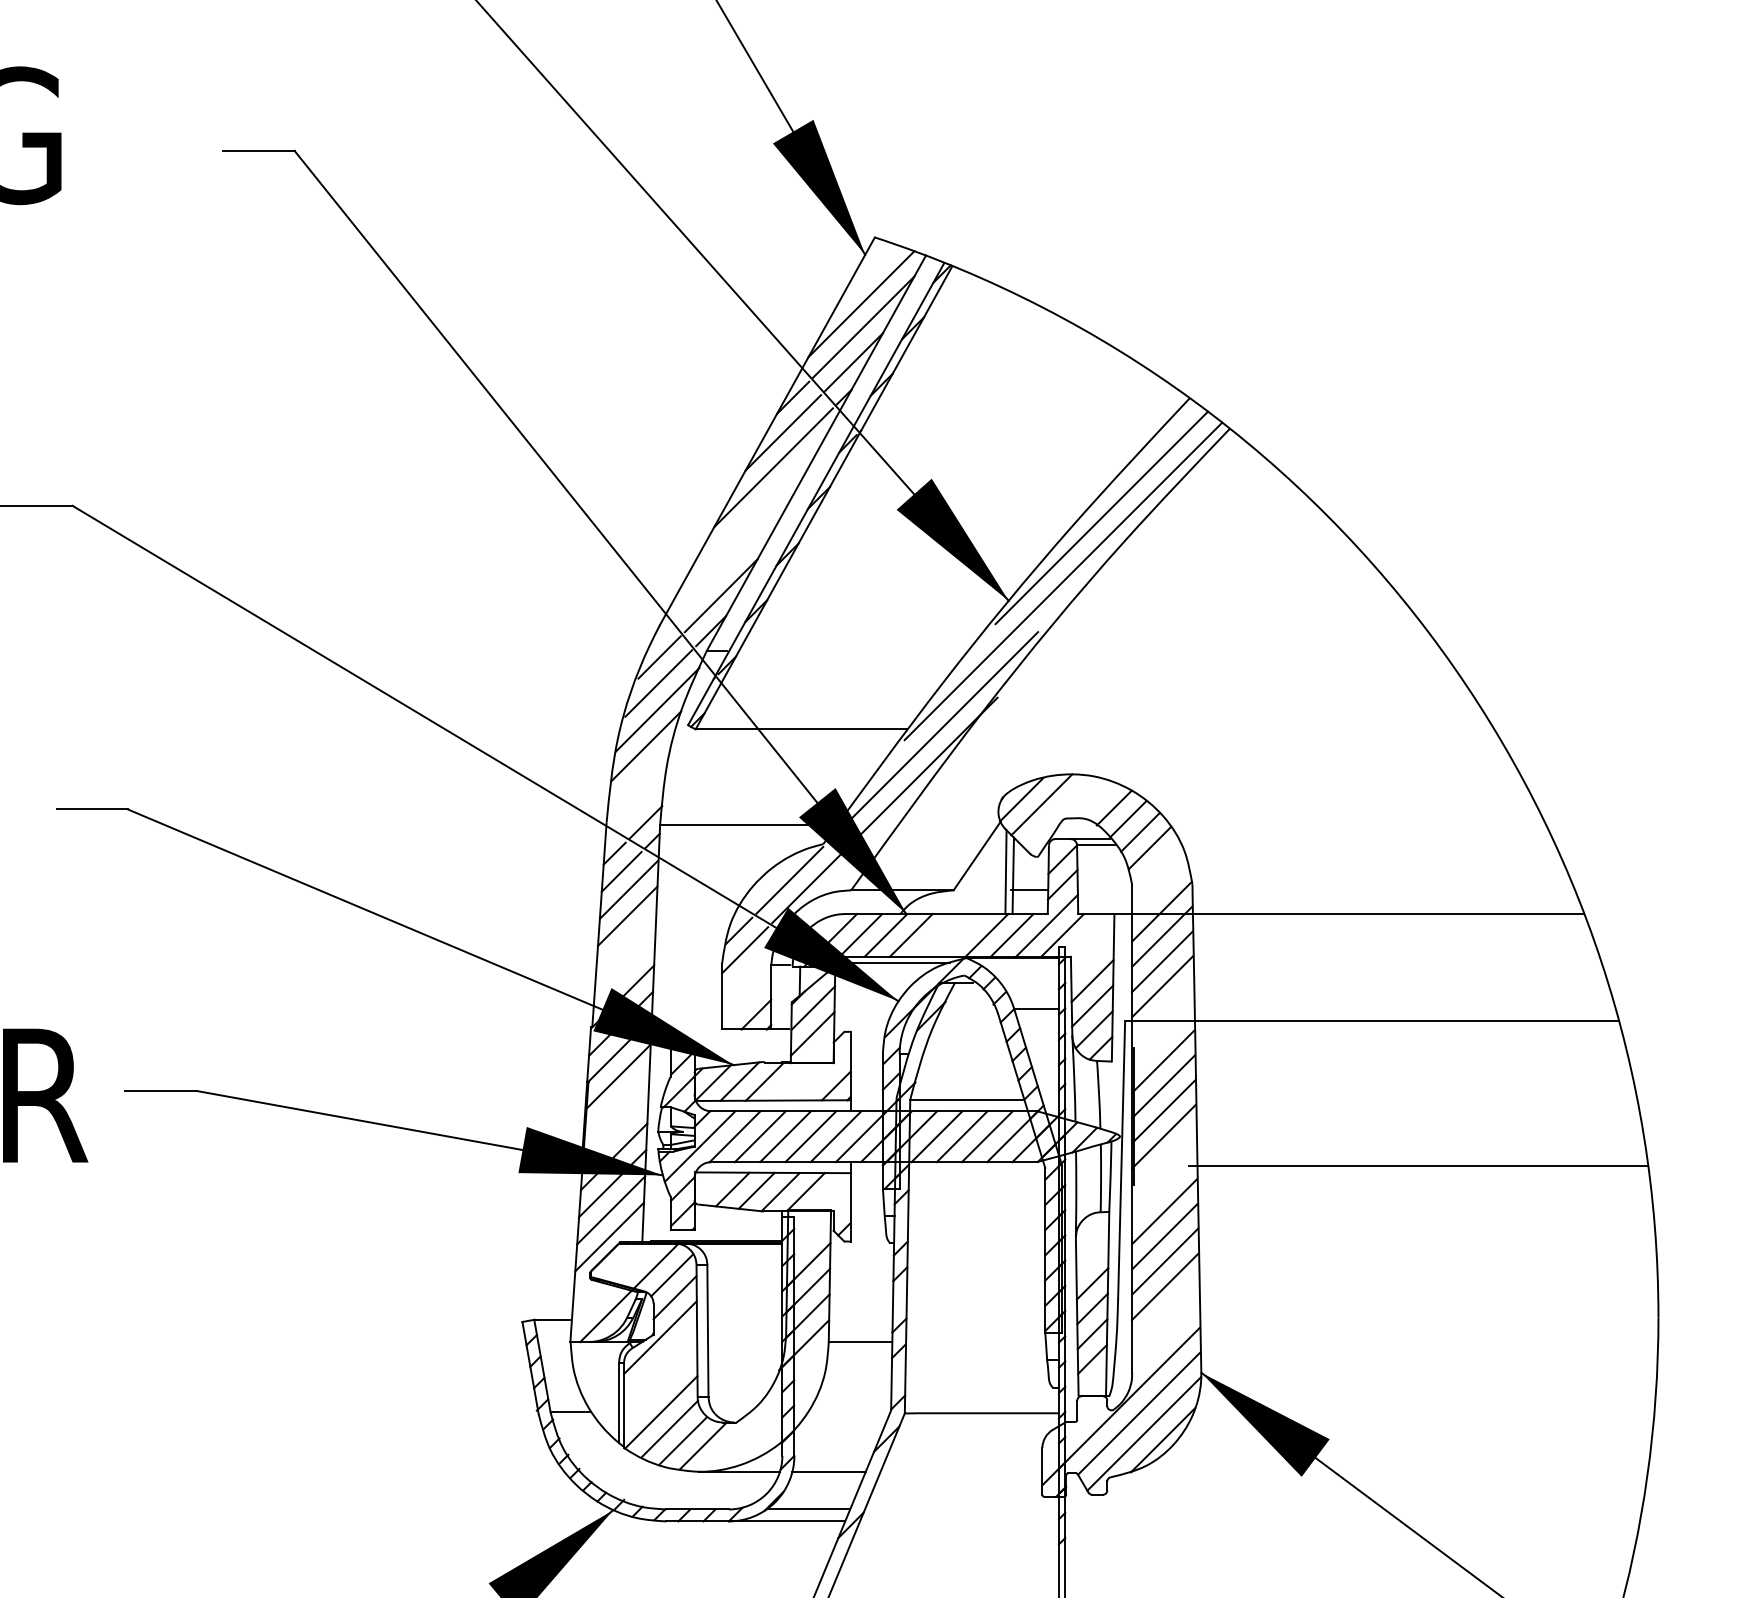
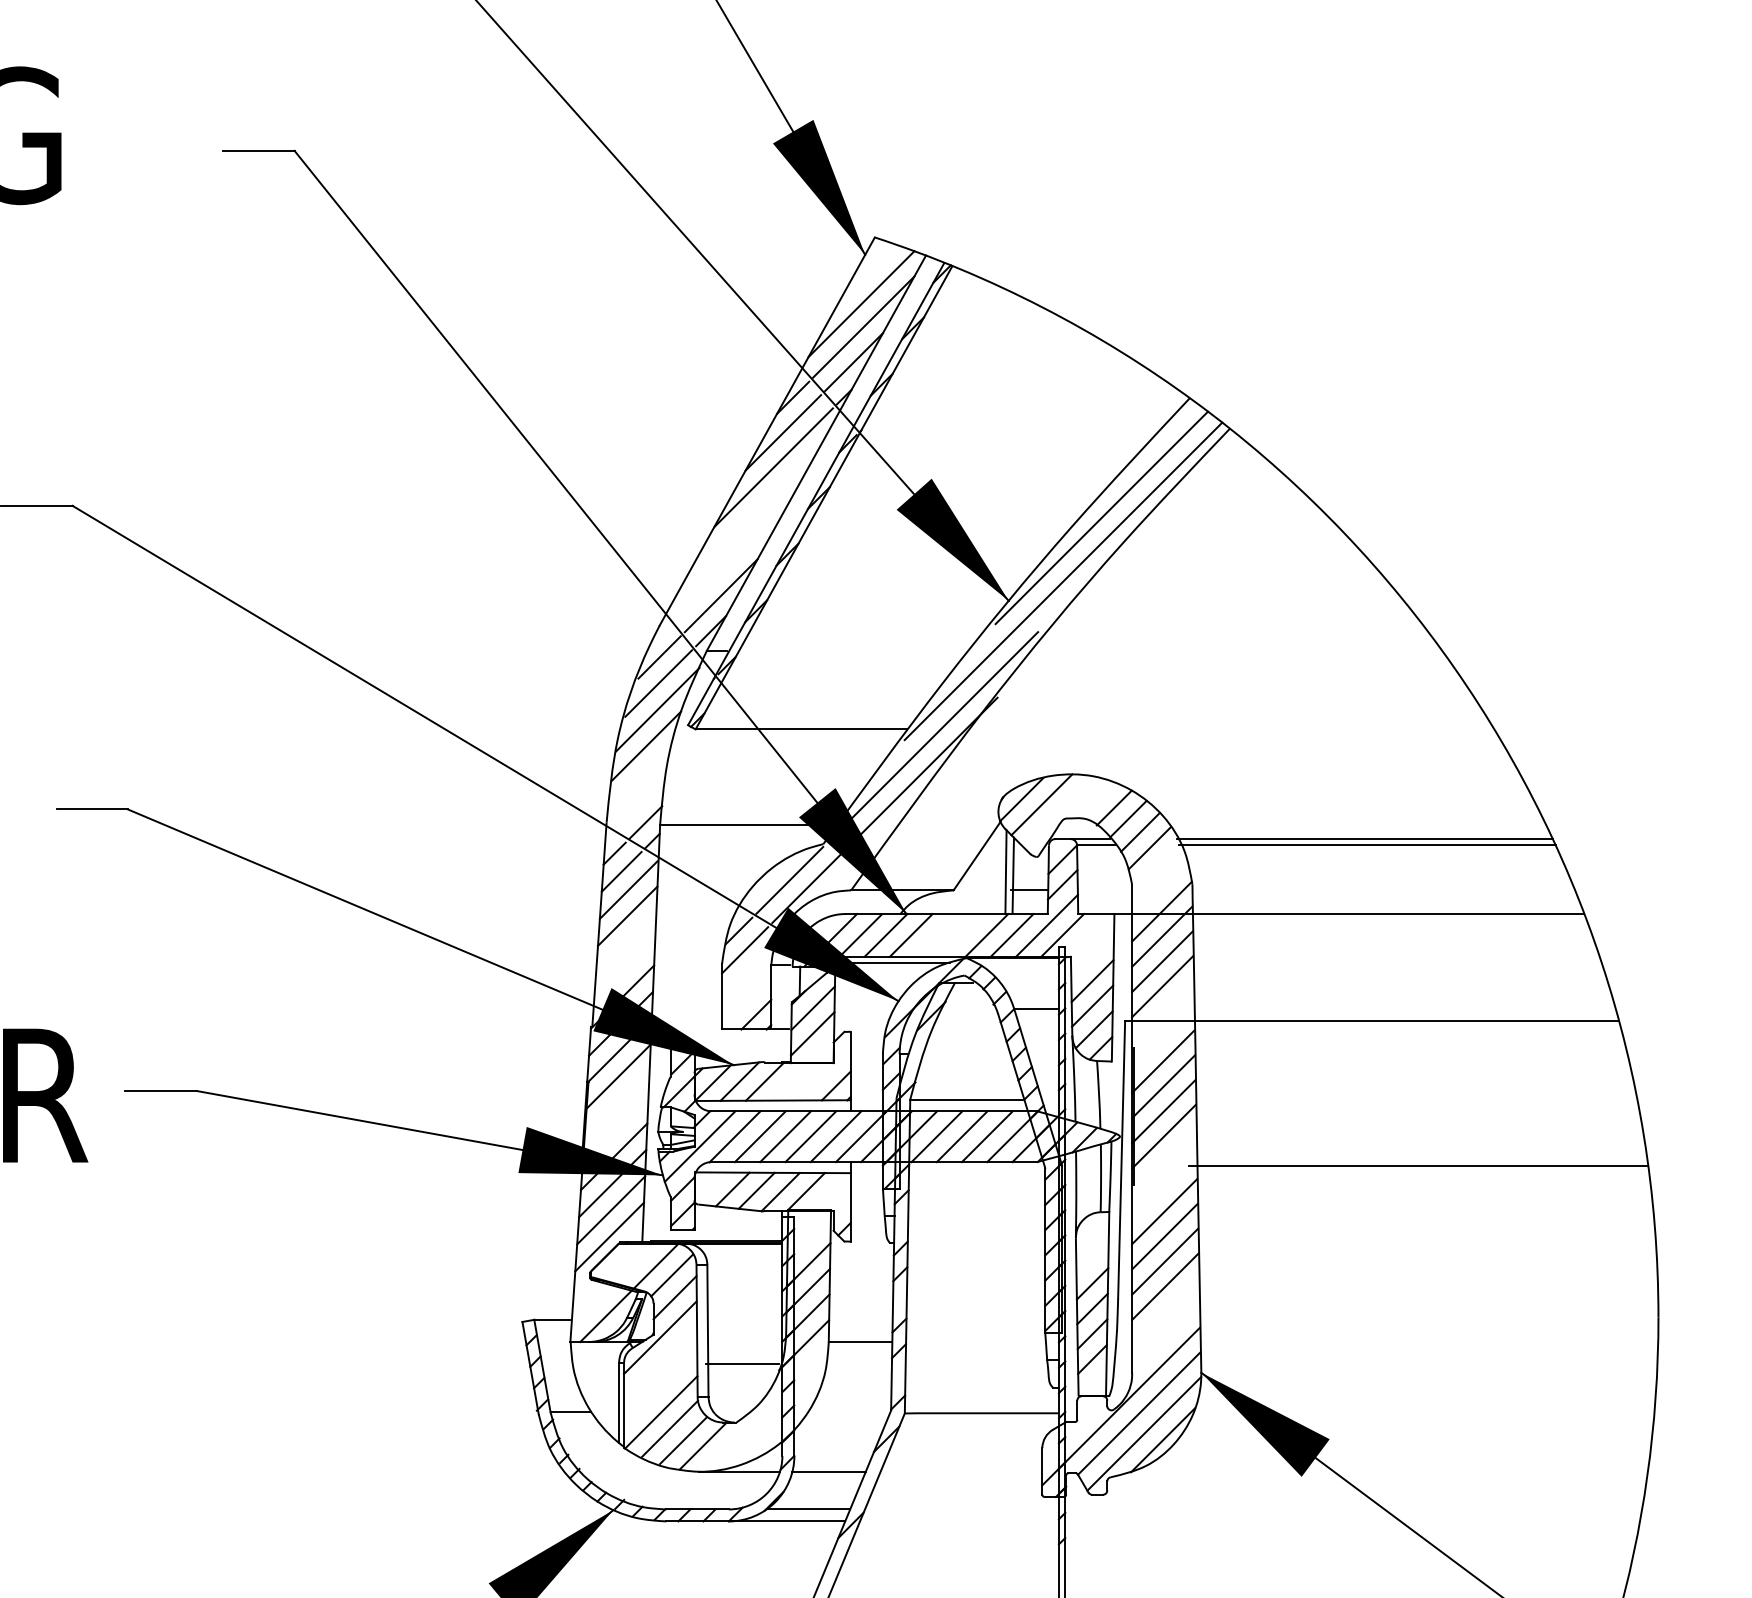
line at (1364, 839): none -> present
line at (1367, 845): none -> present
line at (741, 1364): none -> present
